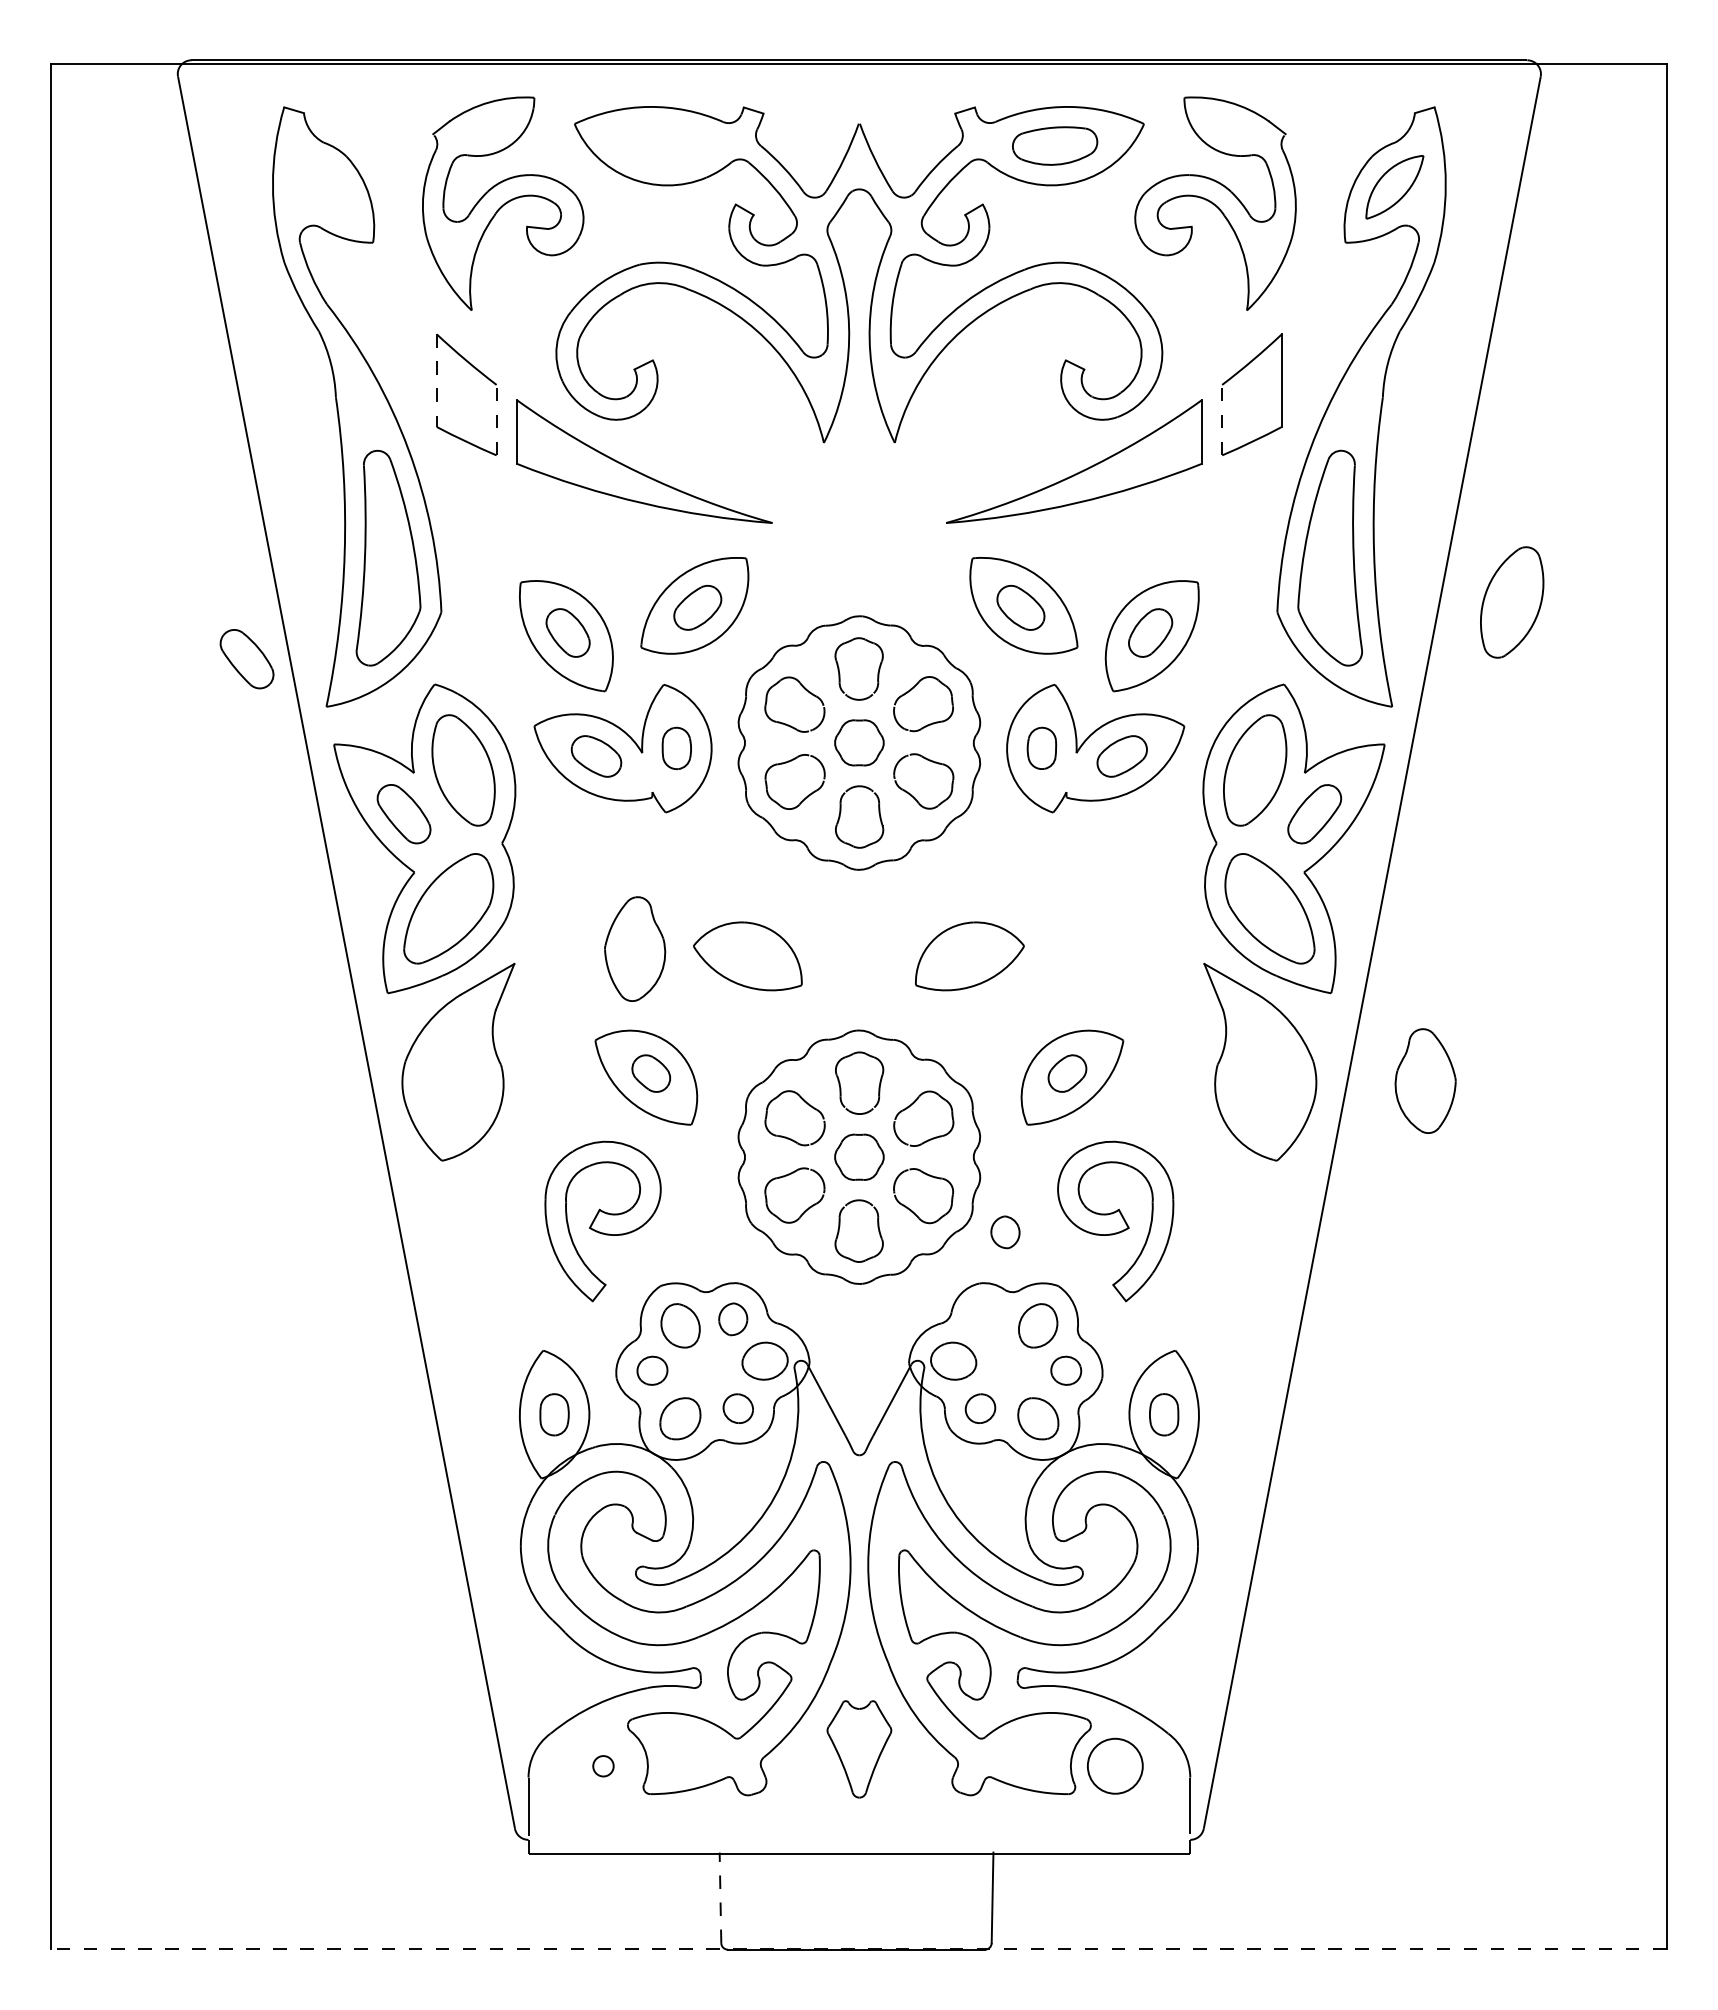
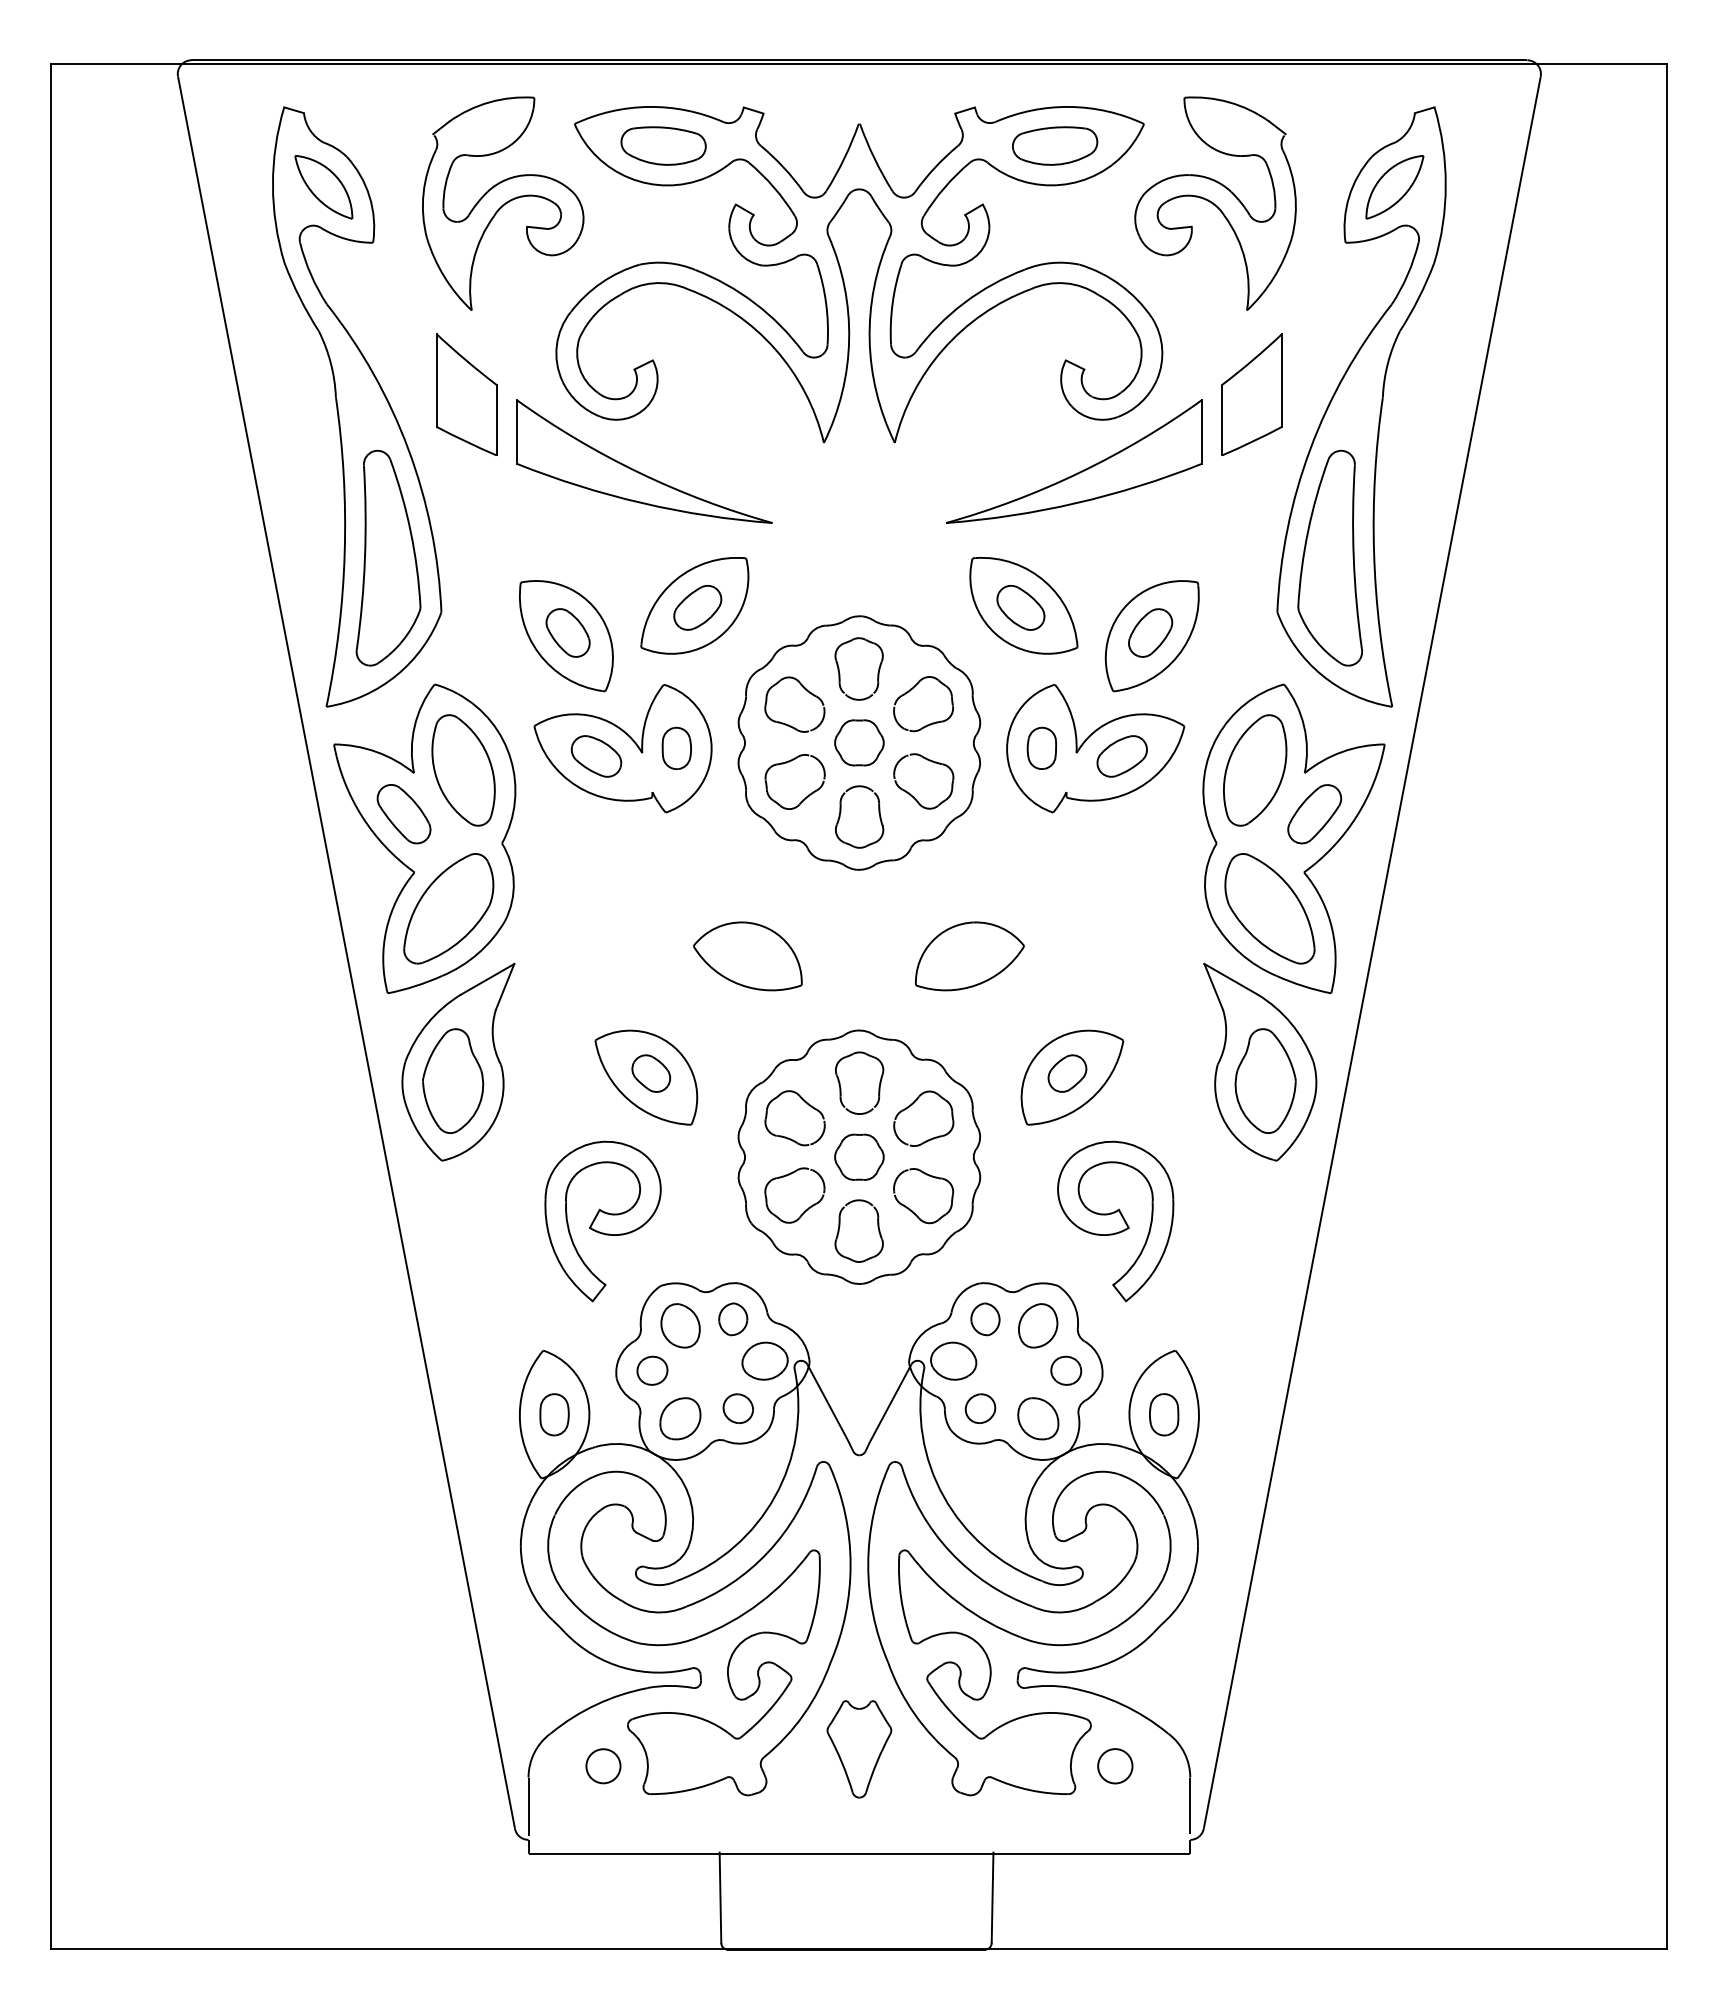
part at (663, 145): none -> present
part at (323, 187): none -> present
line at (436, 381): dashed -> solid
line at (496, 419): dashed -> solid
line at (1222, 419): dashed -> solid
part at (1512, 602): present -> none
part at (246, 659): present -> none
part at (635, 948) position: (635, 948) -> (453, 1080)
part at (1425, 1080) position: (1425, 1080) -> (1265, 1080)
part at (1005, 1232) position: (1005, 1232) -> (985, 1319)
circle at (1114, 1765) diameter: 55 px -> 34 px
circle at (603, 1766) diameter: 20 px -> 34 px
line at (720, 1897): dashed -> solid
line at (858, 1949): dashed -> solid
